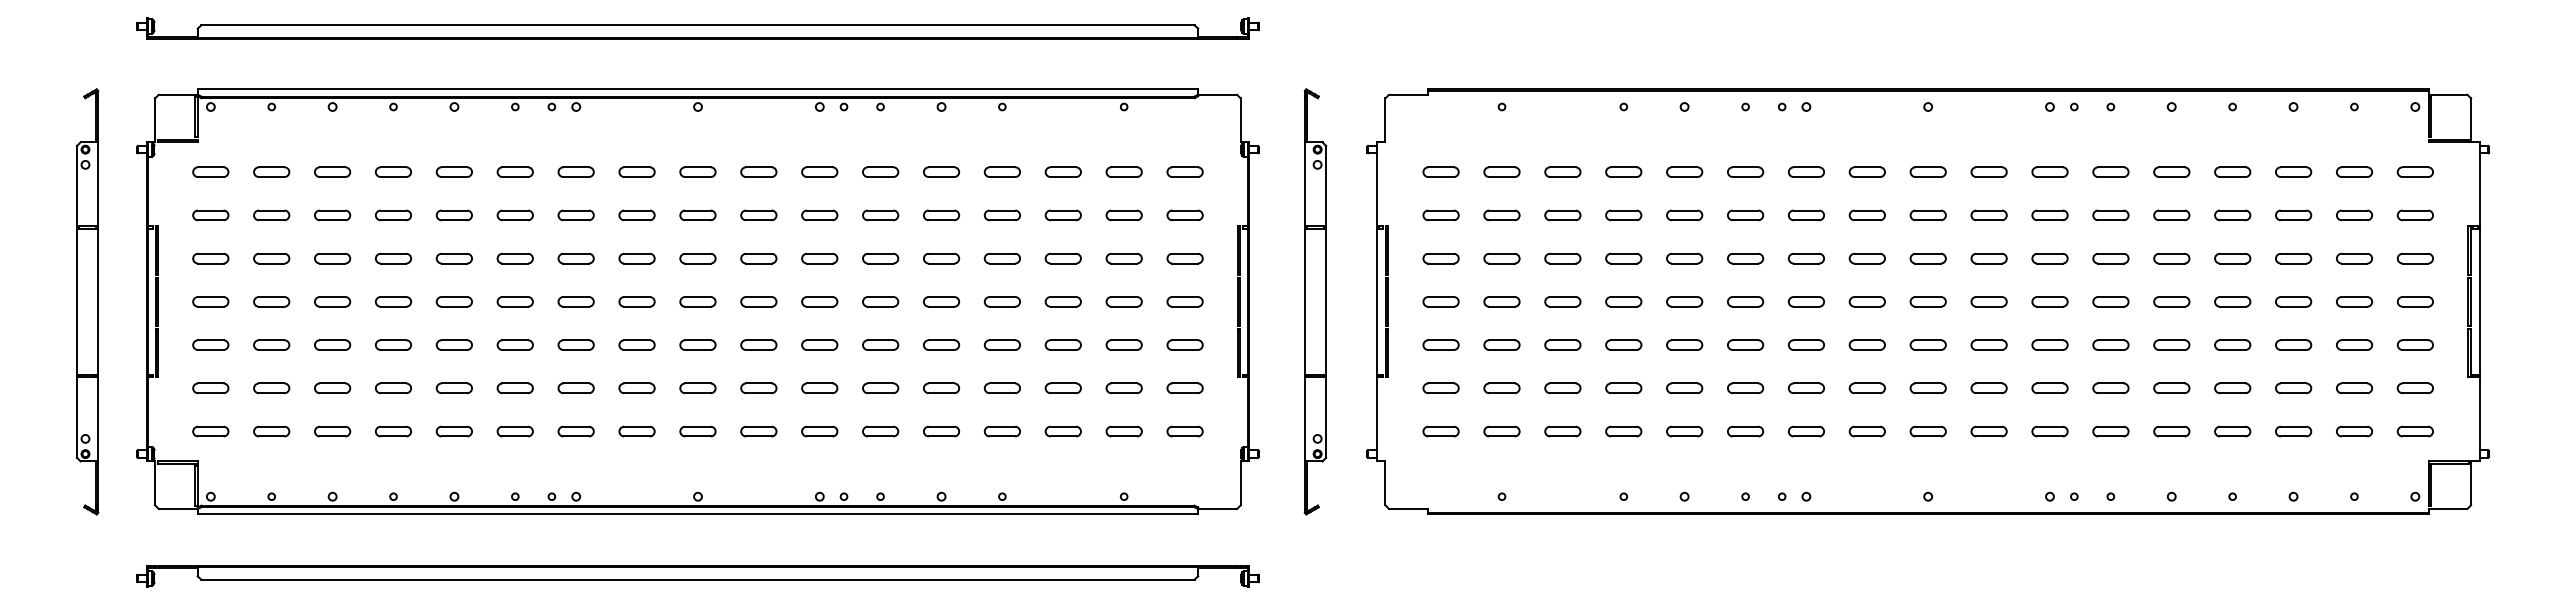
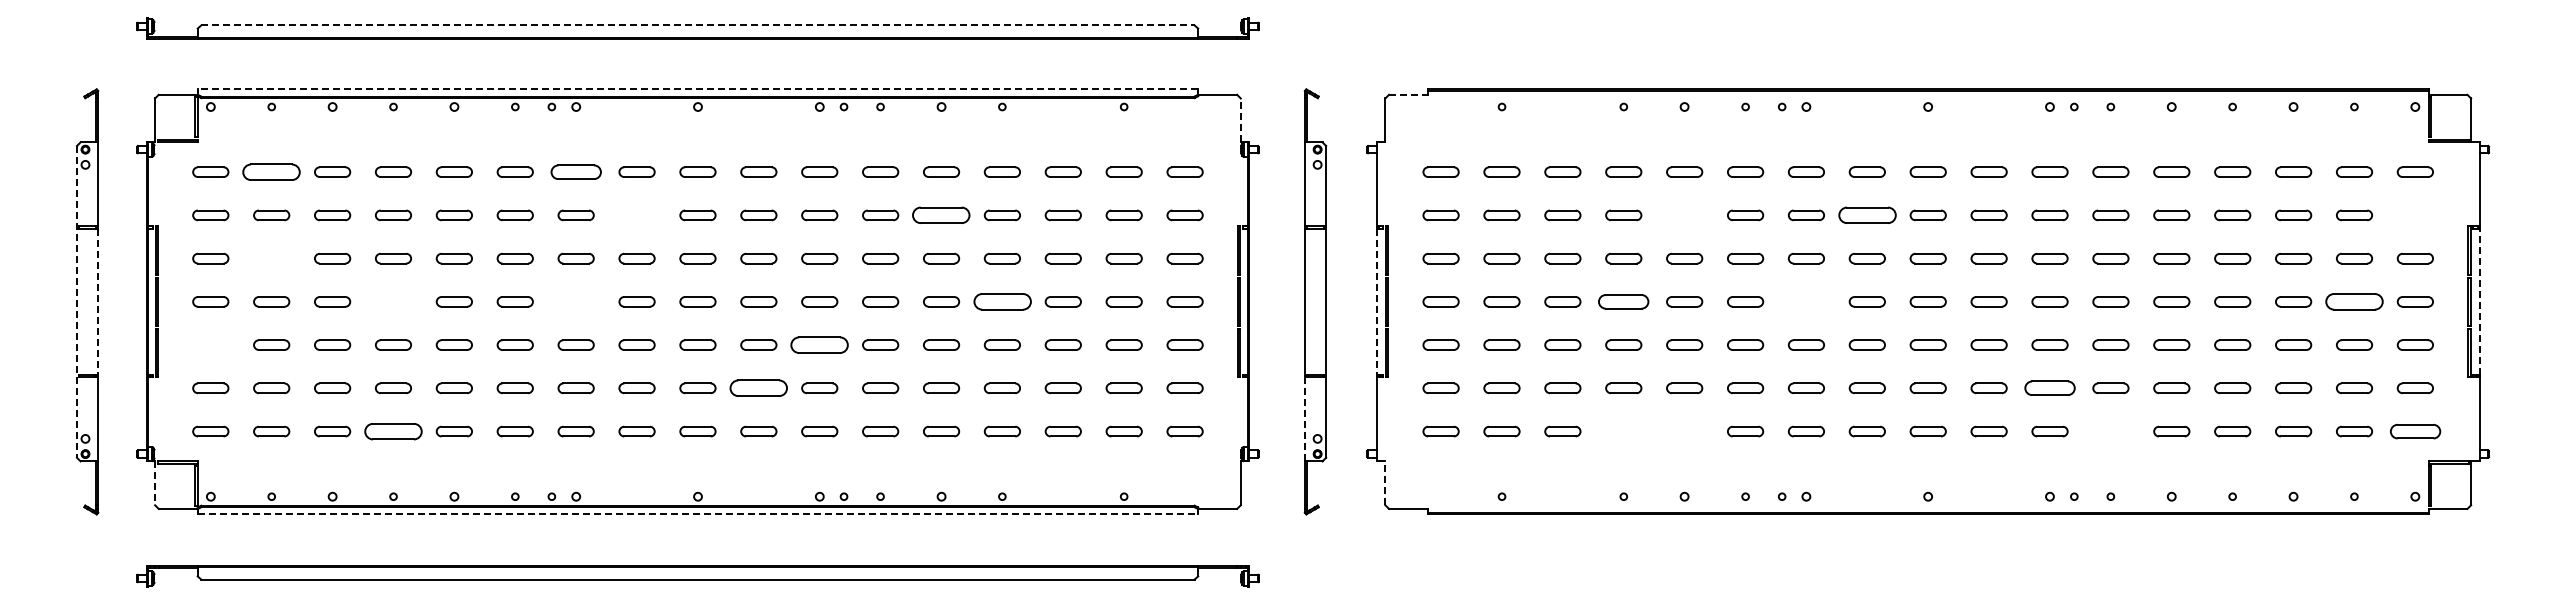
line at (697, 25): solid -> dashed
line at (697, 89): solid -> dashed
line at (1409, 94): solid -> dashed
line at (1240, 120): solid -> dashed
part at (271, 171) size: 38x12 px -> 59x18 px
part at (575, 171) size: 38x12 px -> 52x16 px
part at (636, 215): present -> none
part at (941, 215) size: 38x13 px -> 59x18 px
part at (1684, 215): present -> none
part at (1866, 215) size: 38x13 px -> 59x18 px
part at (2414, 215): present -> none
part at (271, 258): present -> none
line at (76, 301): solid -> dashed
part at (393, 301): present -> none
part at (575, 301): present -> none
part at (1001, 301) size: 38x12 px -> 59x18 px
part at (1623, 301) size: 38x12 px -> 52x16 px
part at (1805, 301): present -> none
part at (2354, 301) size: 37x12 px -> 59x18 px
line at (2479, 301): solid -> dashed
line at (98, 302): solid -> dashed
line at (1376, 302): solid -> dashed
part at (210, 344): present -> none
part at (819, 344) size: 38x12 px -> 59x18 px
part at (758, 388) size: 38x13 px -> 59x18 px
part at (2049, 388) size: 38x13 px -> 52x16 px
line at (1304, 418): solid -> dashed
part at (393, 431) size: 37x13 px -> 59x18 px
part at (1623, 431): present -> none
part at (1684, 431): present -> none
part at (2110, 431): present -> none
part at (2414, 431) size: 38x13 px -> 52x16 px
line at (155, 483): solid -> dashed
line at (1385, 483): solid -> dashed
line at (698, 514): solid -> dashed
